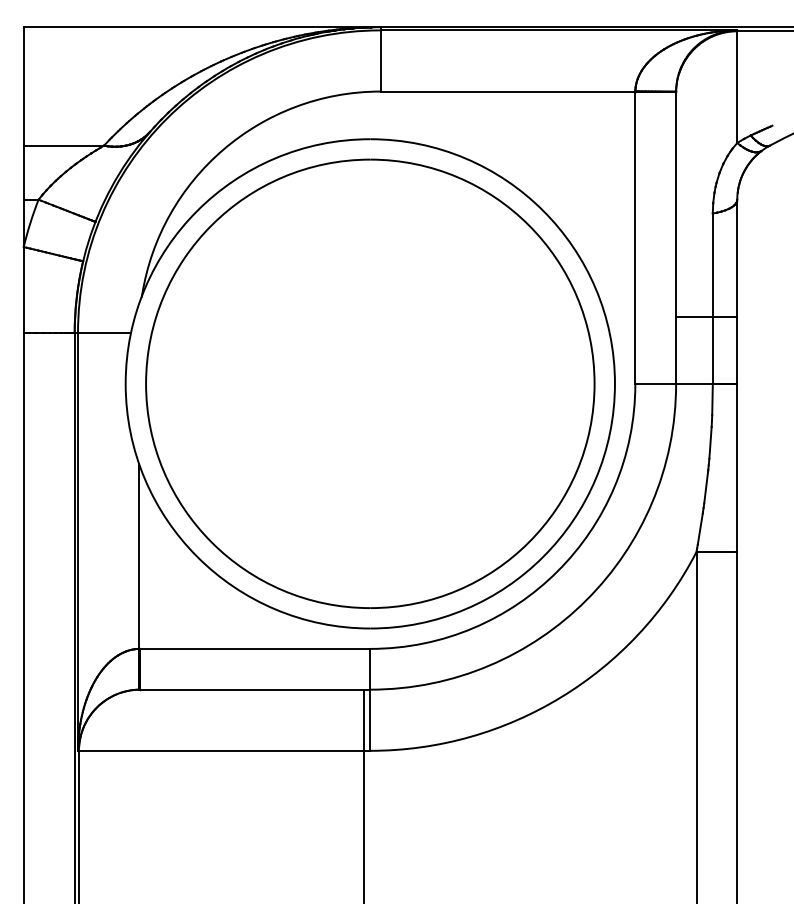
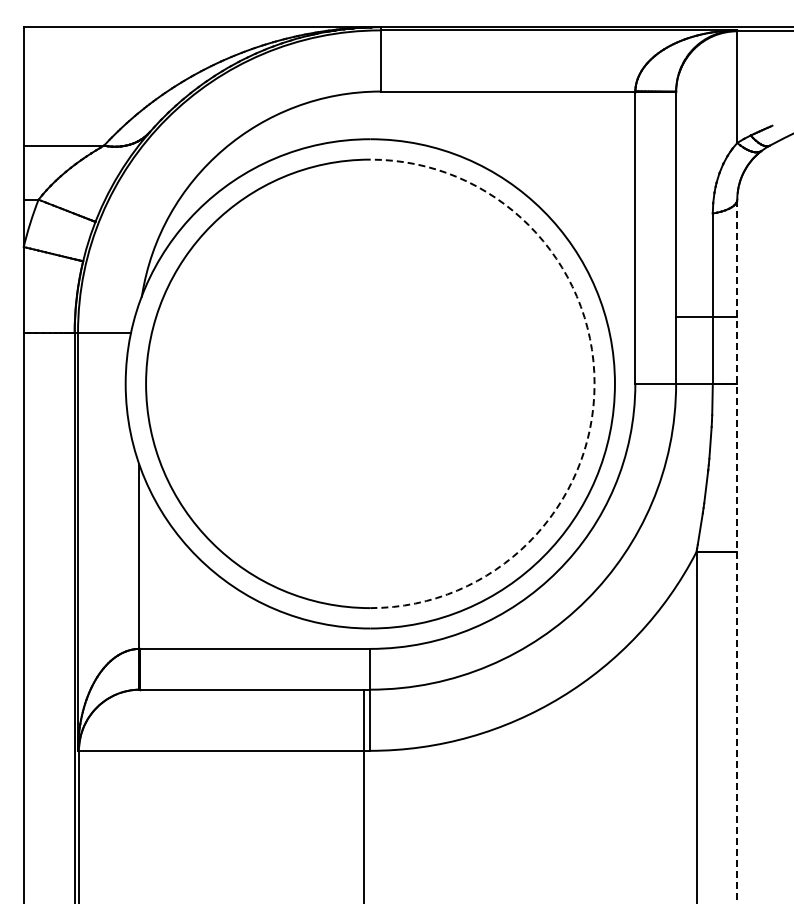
arc at (594, 383): solid -> dashed
line at (737, 551): solid -> dashed
